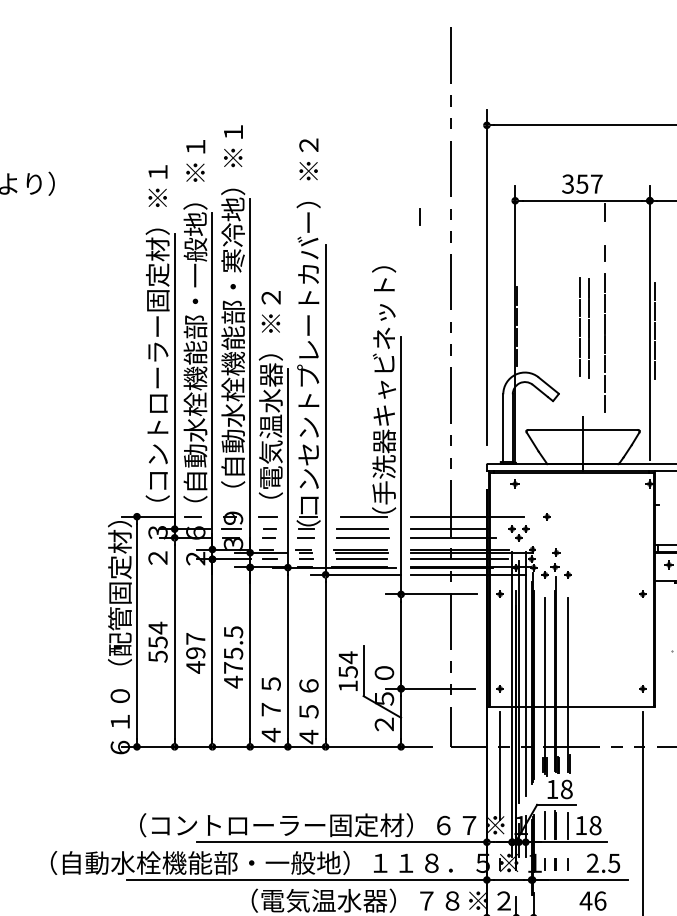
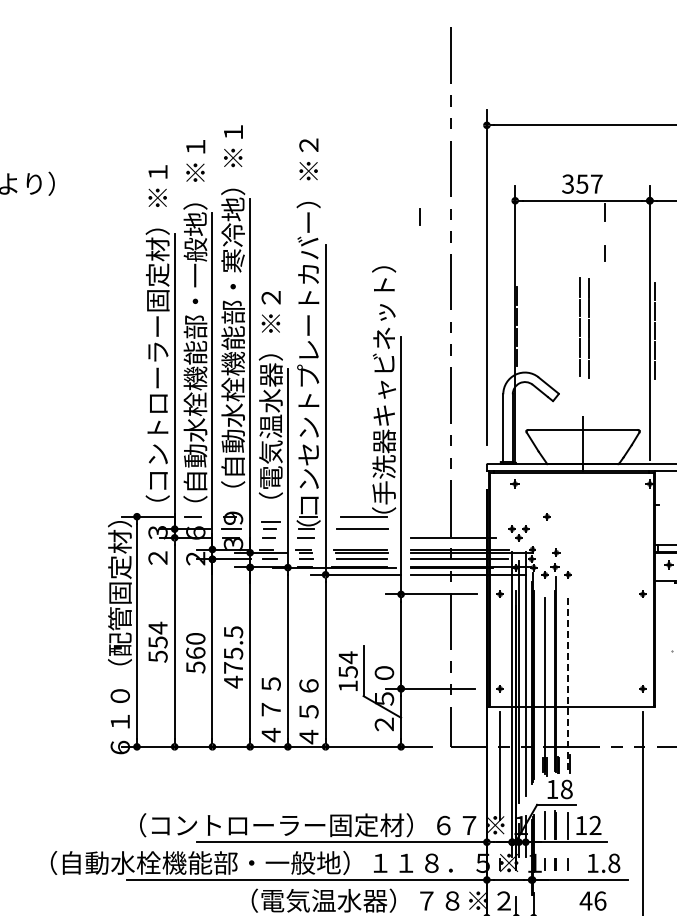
line at (604, 342): present -> none
line at (267, 516) position: (267, 516) -> (270, 521)
line at (467, 516): present -> none
line at (449, 529): present -> none
line at (362, 537): present -> none
text at (195, 653): 497 -> 560
line at (568, 685): solid -> dashed
text at (595, 825): 18 -> 12
text at (603, 862): 2.5 -> 1.8
